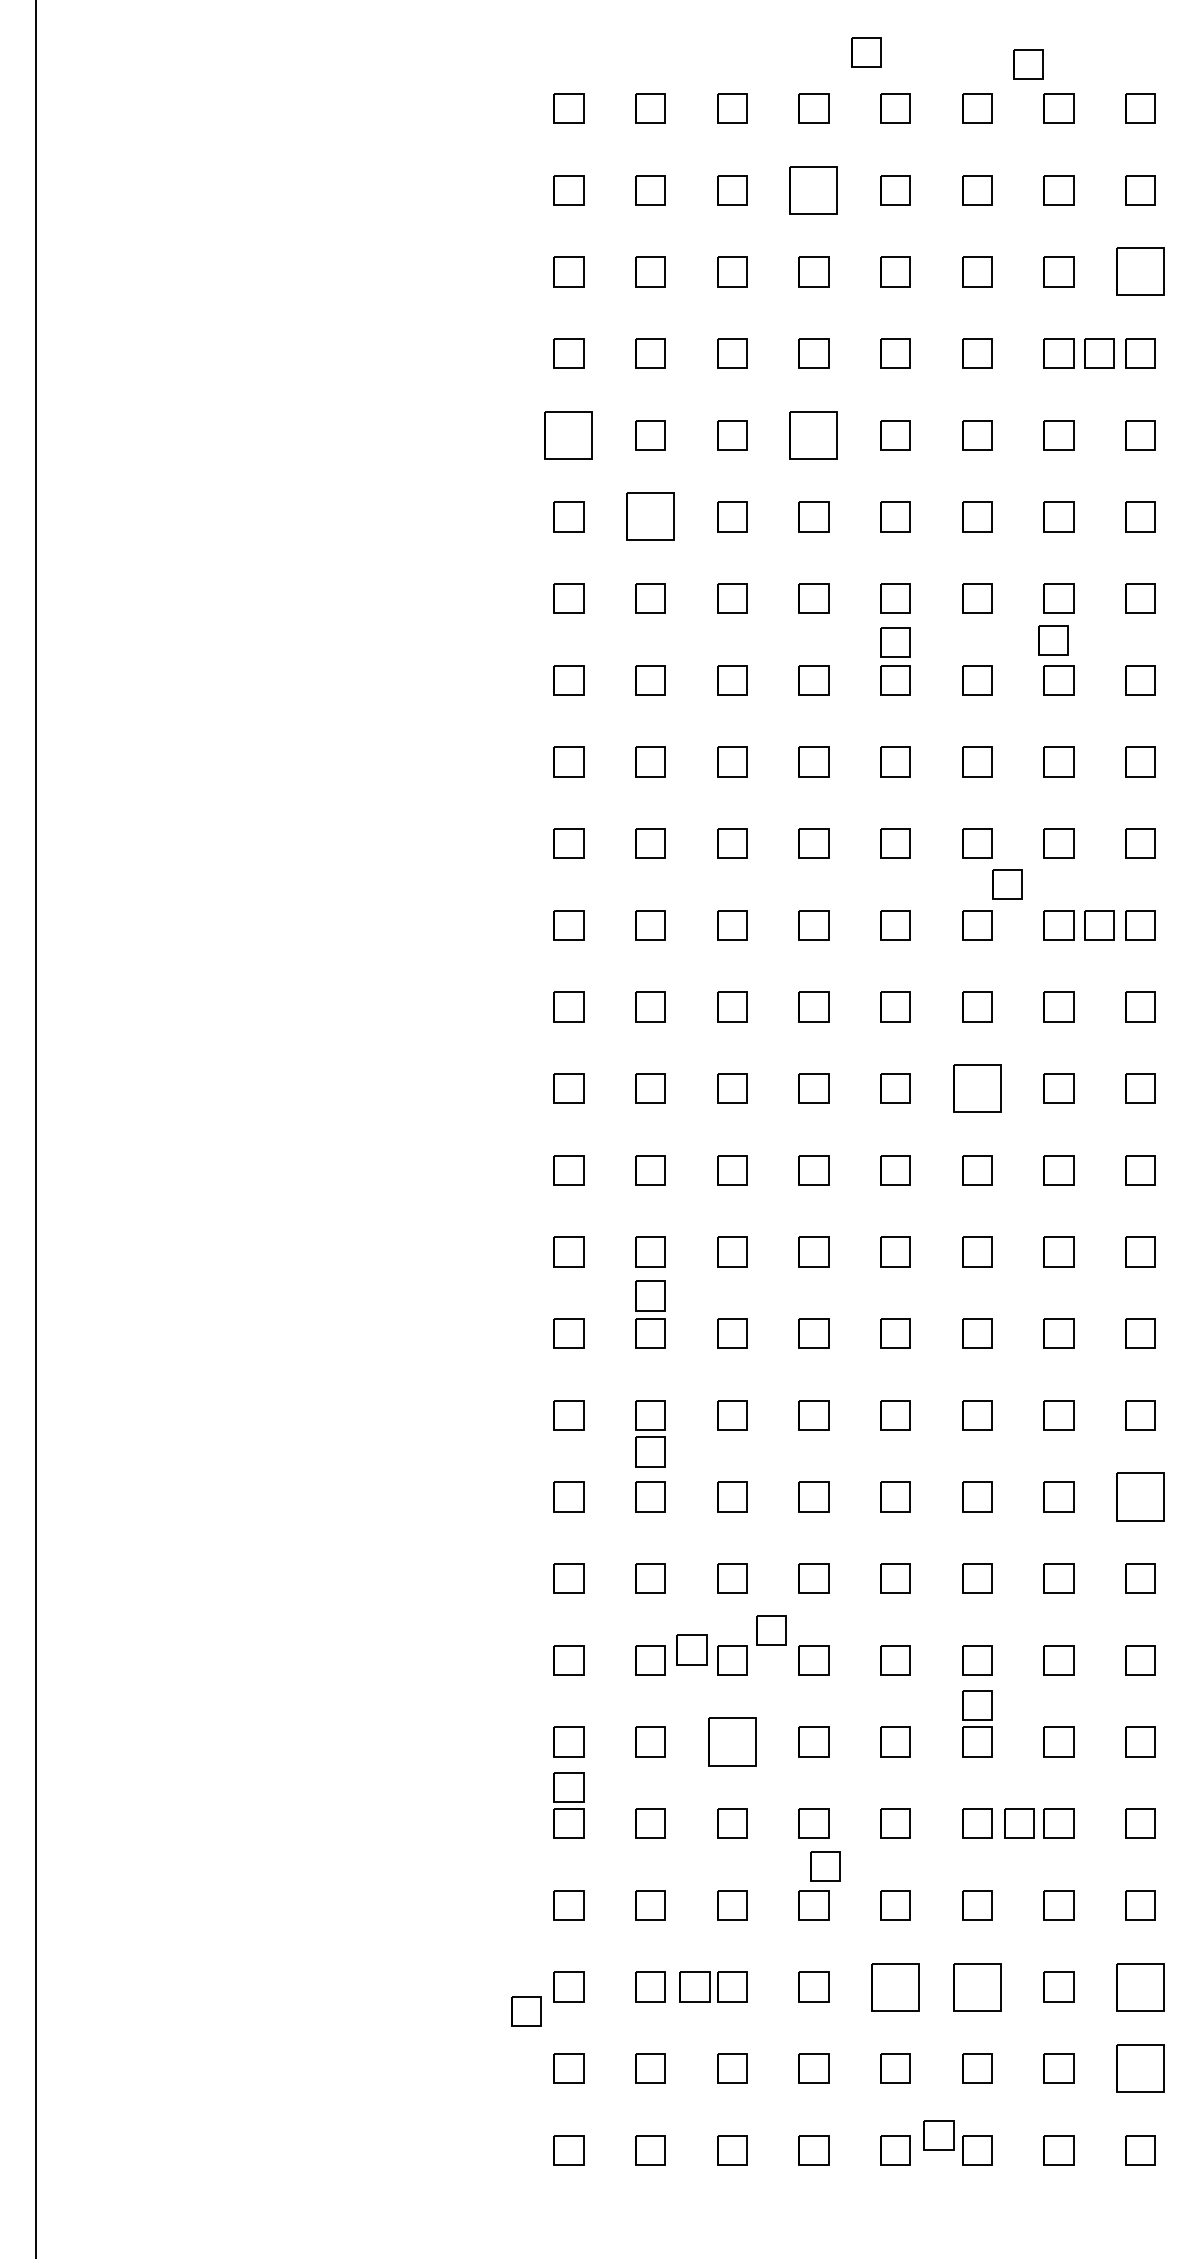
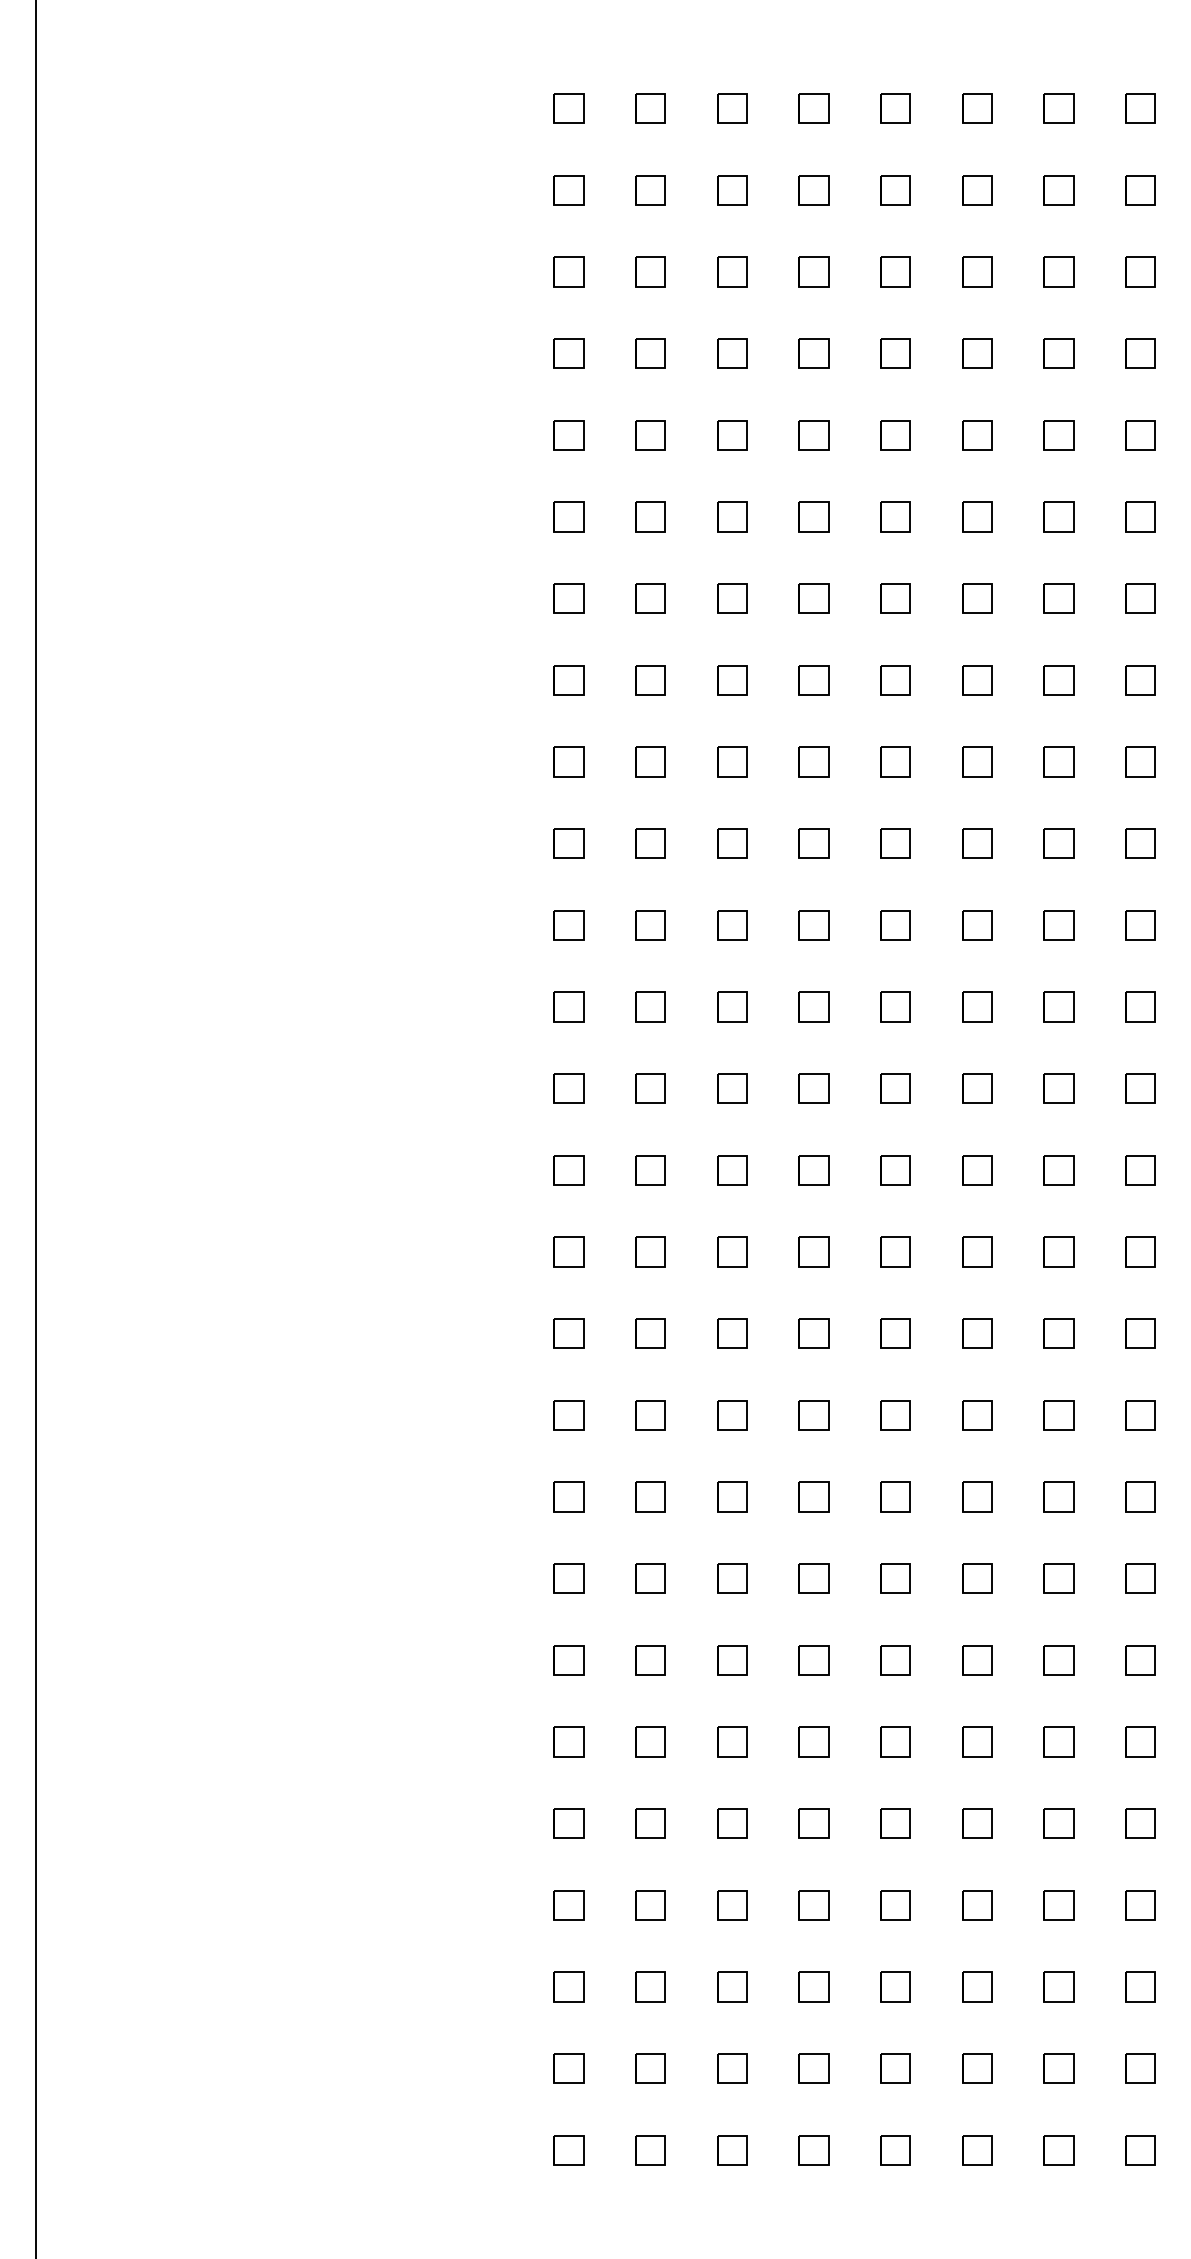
part at (866, 52): present -> none
part at (1028, 64): present -> none
part at (813, 190) size: 49x49 px -> 32x31 px
part at (1140, 271) size: 49x49 px -> 31x32 px
part at (1099, 353): present -> none
part at (568, 435) size: 49x49 px -> 32x31 px
part at (813, 435) size: 49x49 px -> 32x31 px
part at (650, 516) size: 49x49 px -> 31x32 px
part at (1053, 640): present -> none
part at (895, 642): present -> none
part at (1007, 884): present -> none
part at (1099, 925): present -> none
part at (977, 1088) size: 49x49 px -> 31x31 px
part at (650, 1295): present -> none
part at (650, 1451): present -> none
part at (1140, 1496) size: 49x50 px -> 31x32 px
part at (771, 1630): present -> none
part at (691, 1649): present -> none
part at (977, 1705): present -> none
part at (732, 1741) size: 49x50 px -> 31x32 px
part at (568, 1787): present -> none
part at (1019, 1823): present -> none
part at (825, 1866): present -> none
part at (694, 1986): present -> none
part at (895, 1987) size: 49x49 px -> 31x32 px
part at (977, 1987) size: 49x49 px -> 31x32 px
part at (1140, 1987) size: 49x49 px -> 31x32 px
part at (526, 2011): present -> none
part at (1140, 2068) size: 49x49 px -> 31x31 px
part at (938, 2135): present -> none
